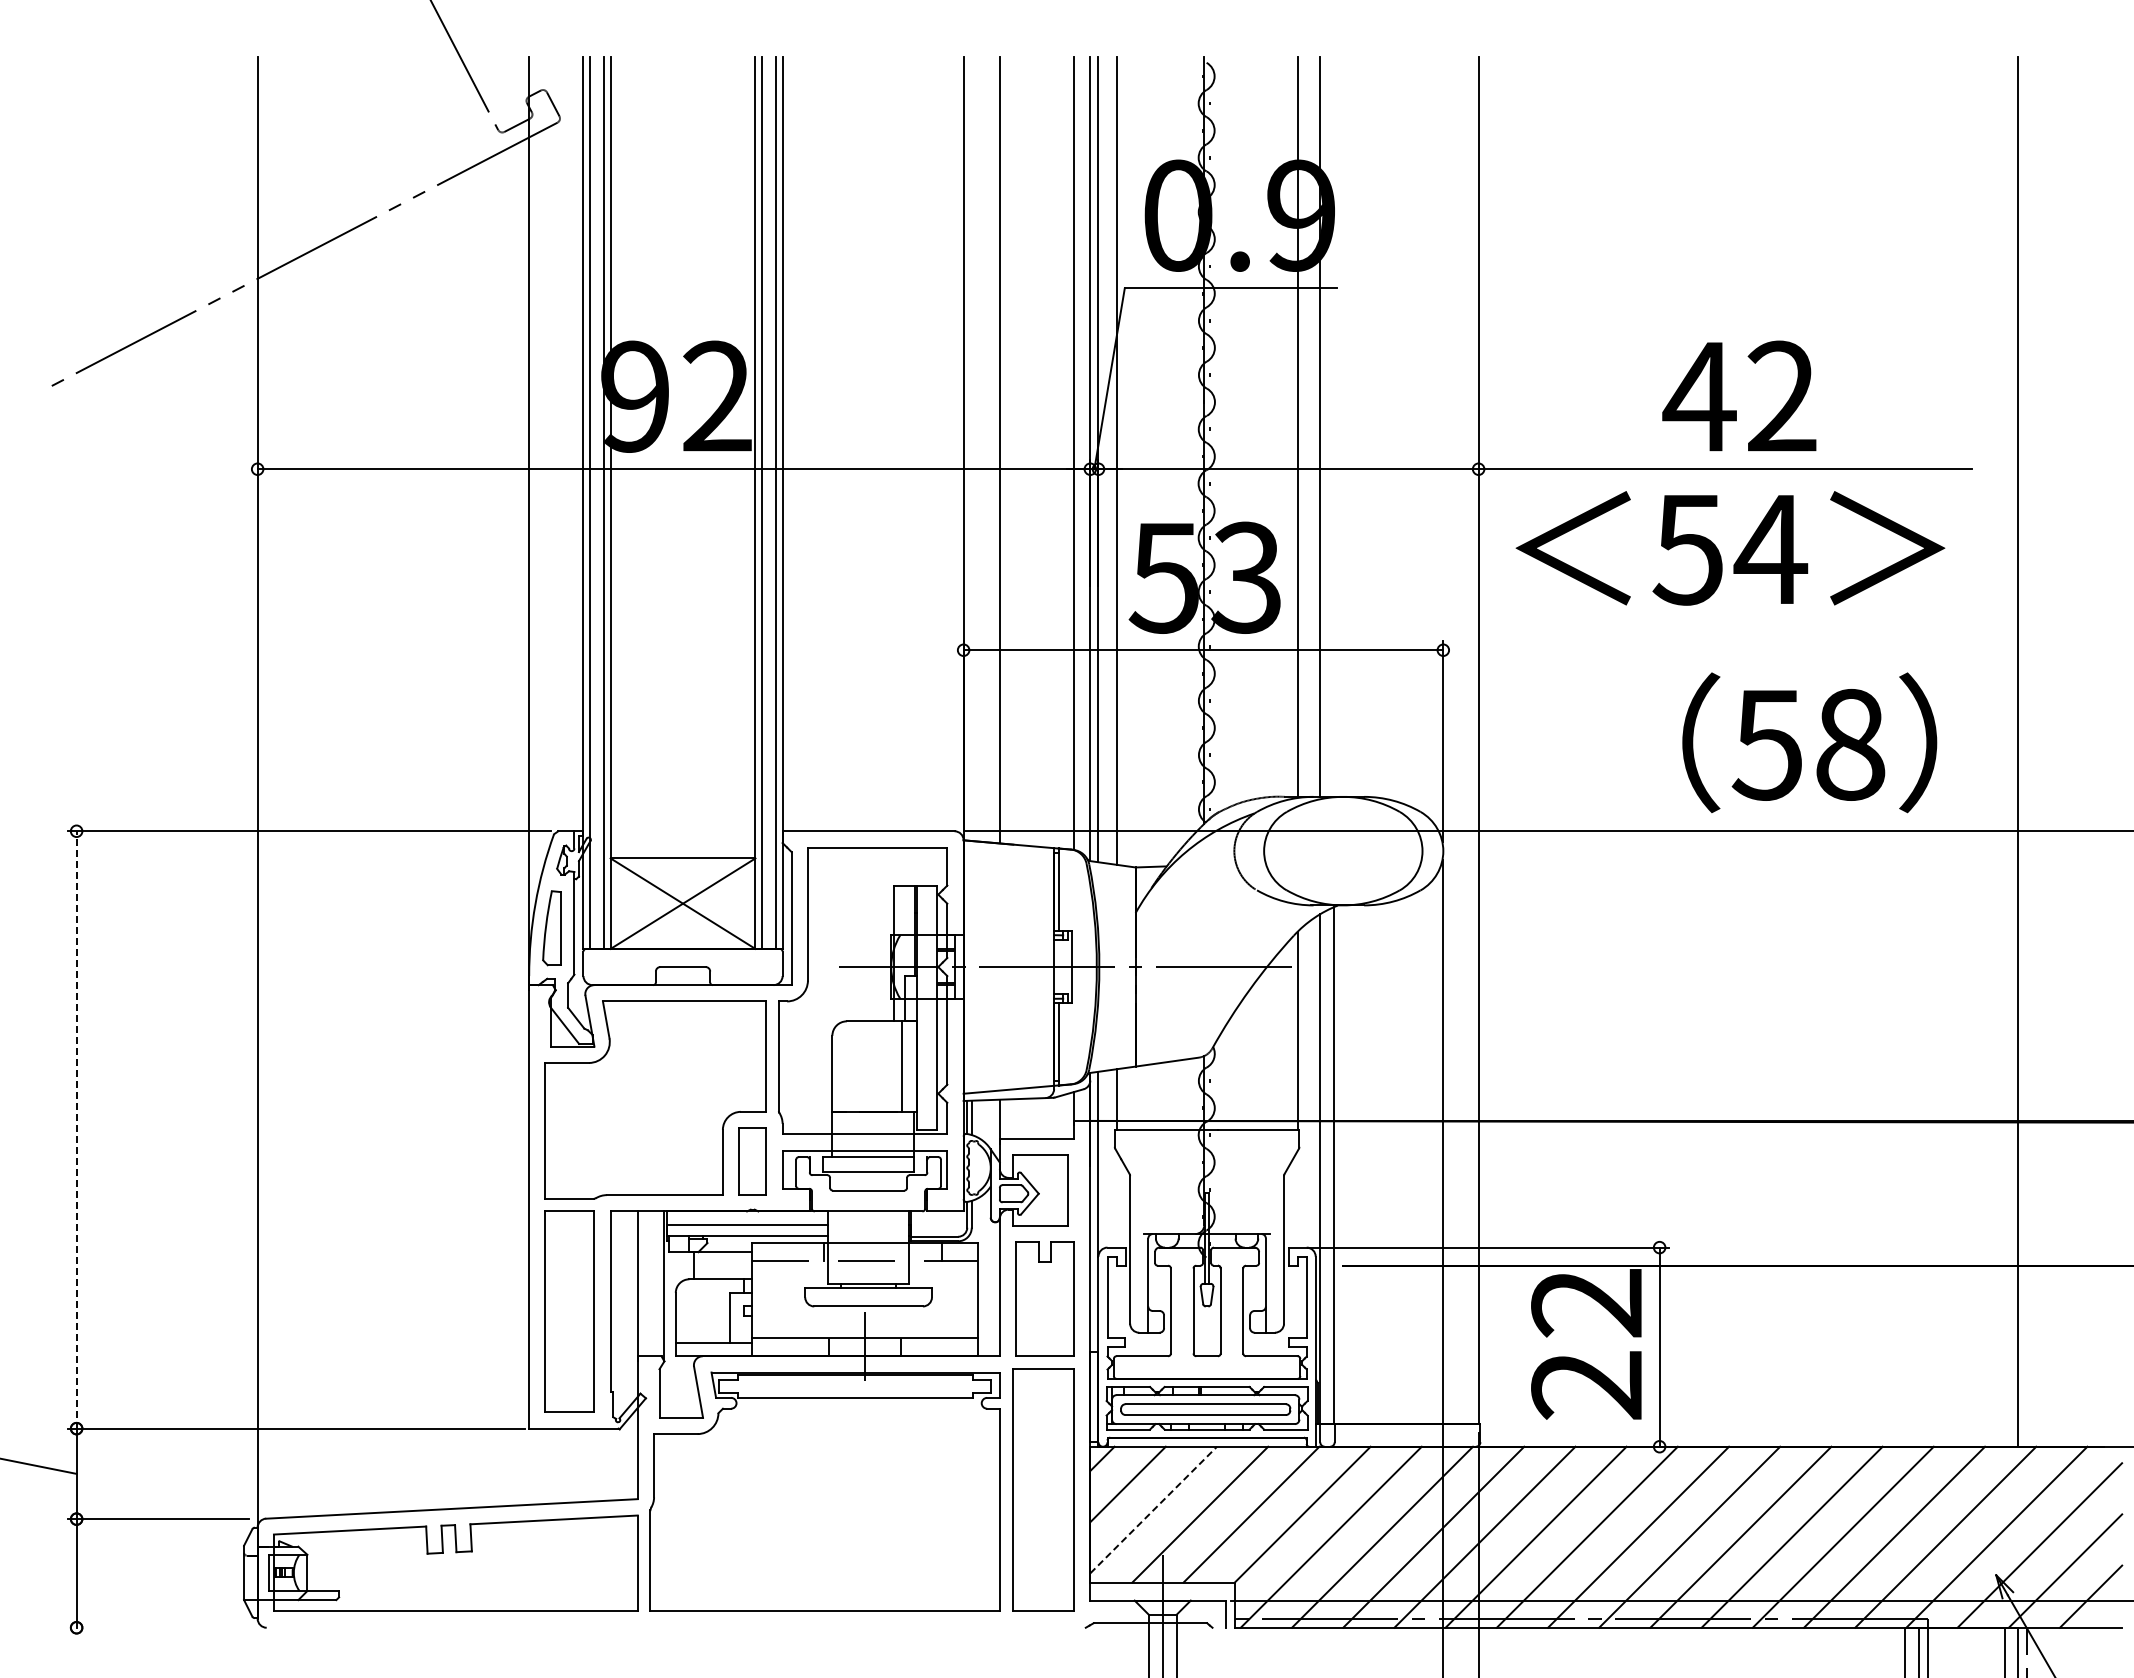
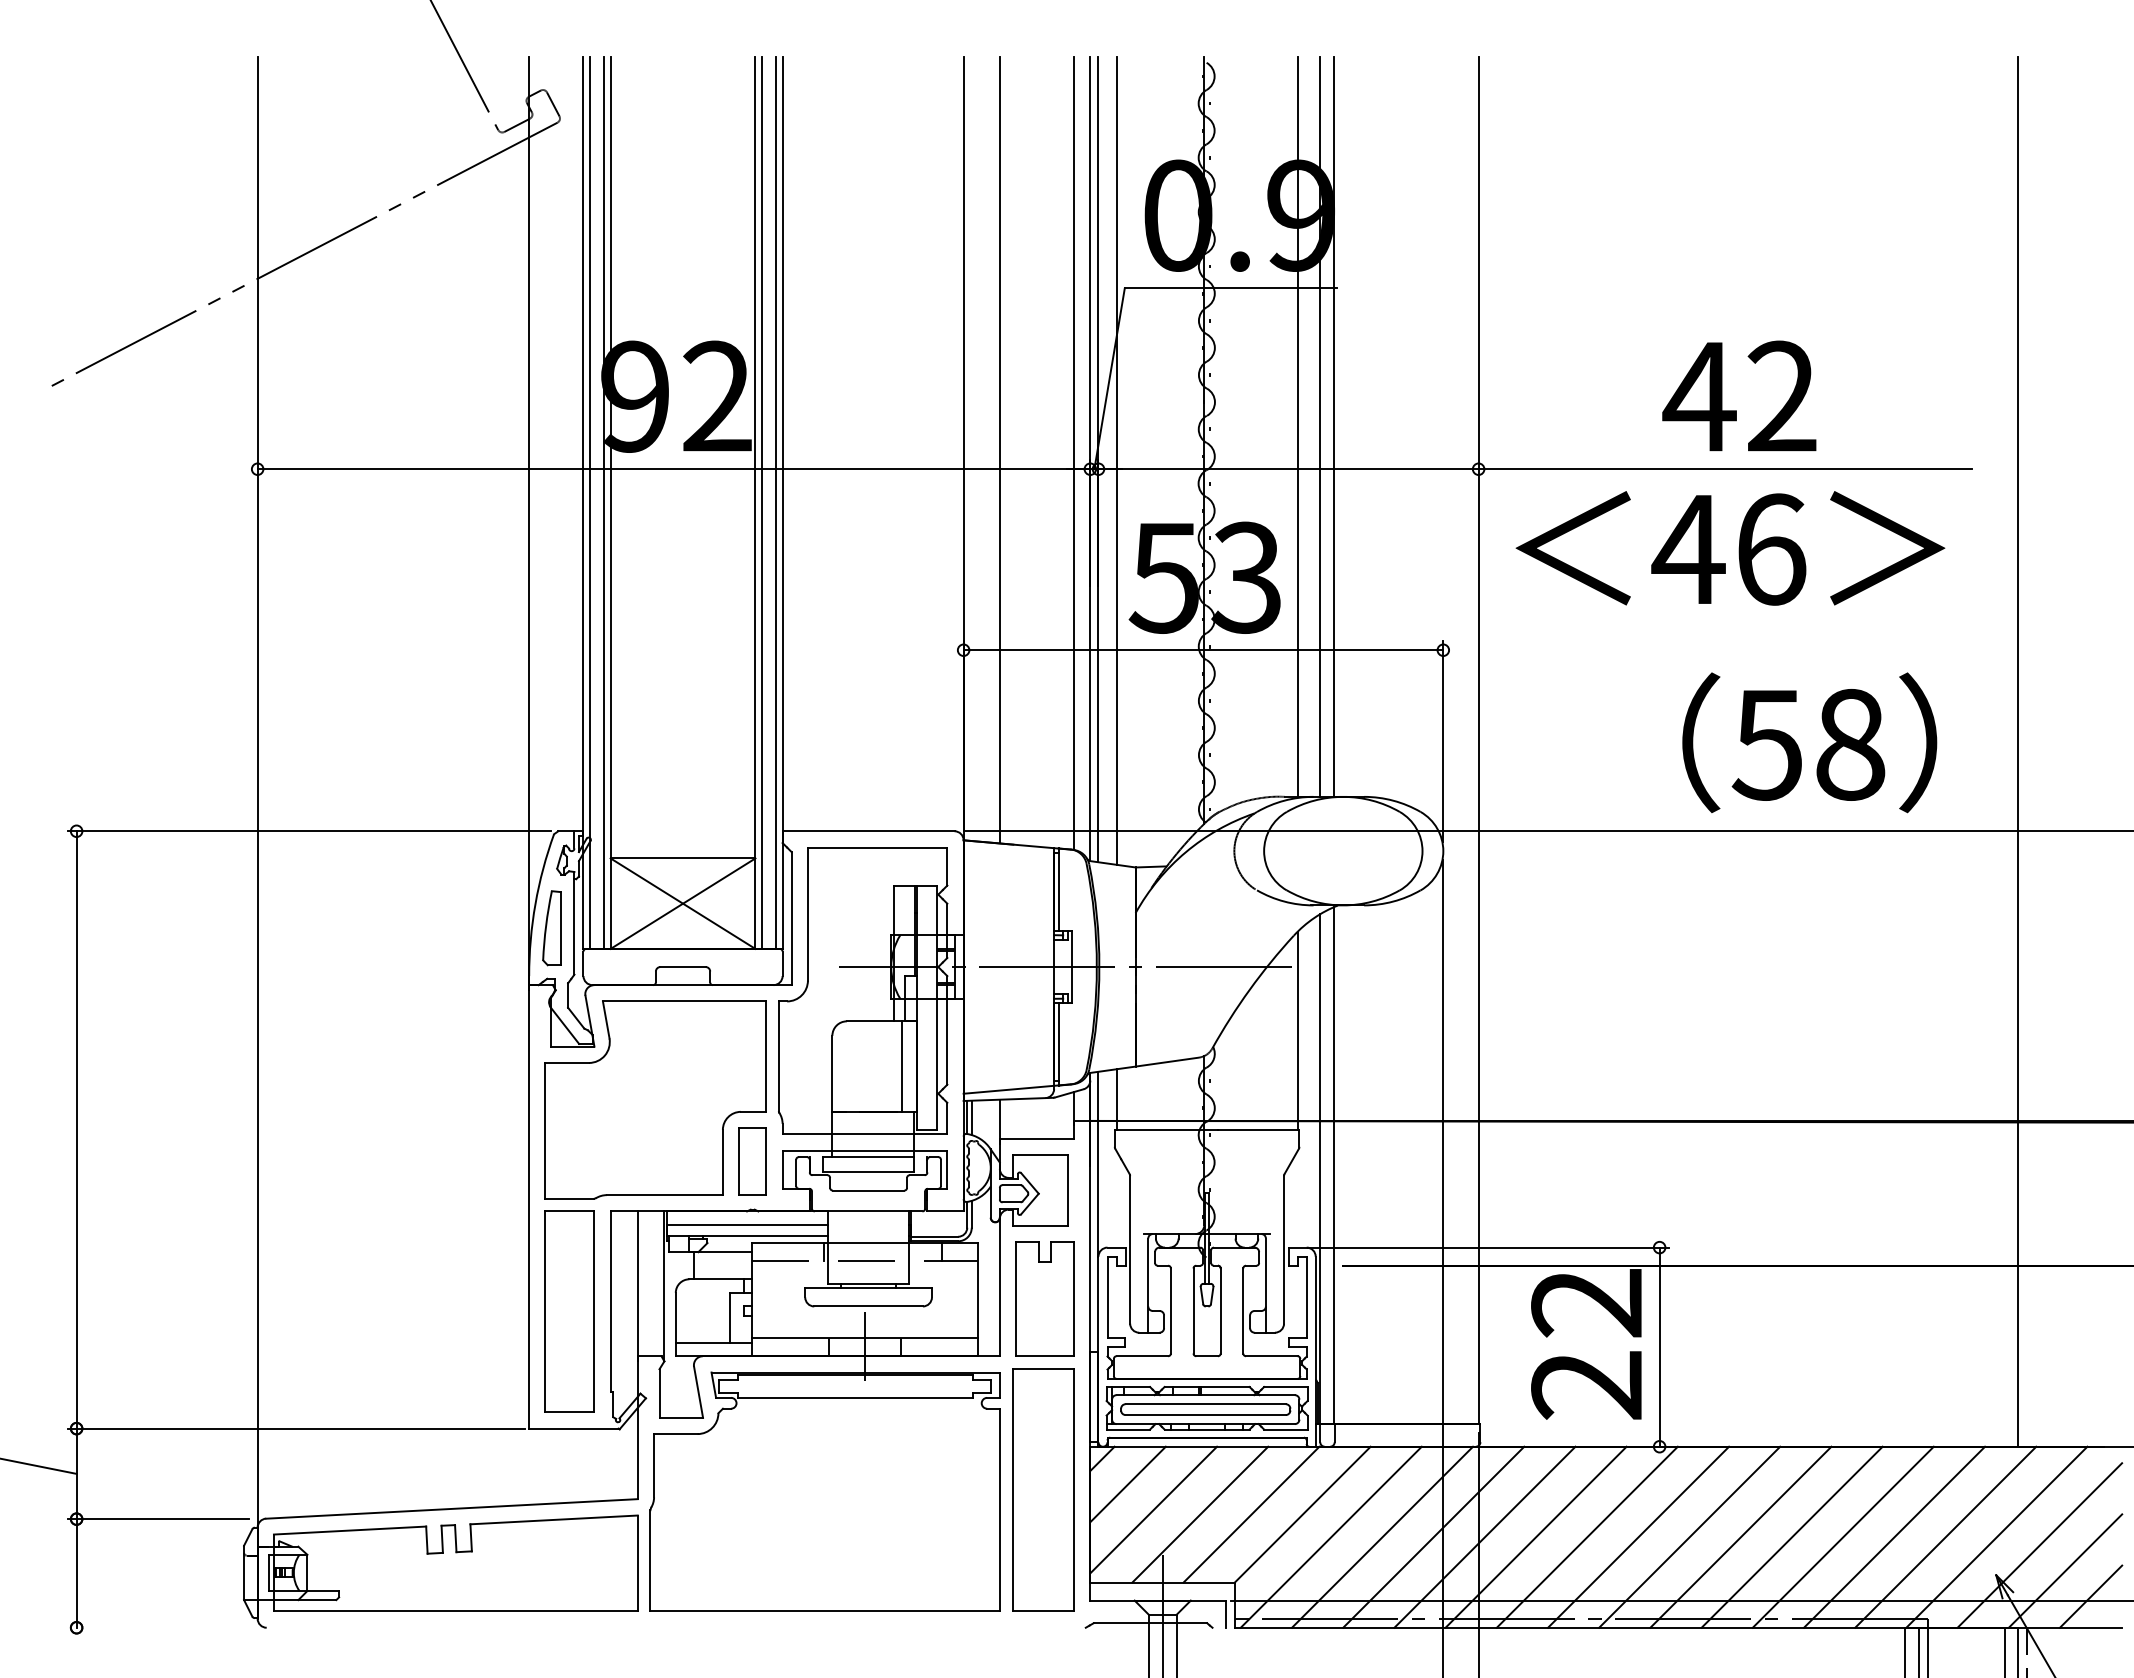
line at (1333, 426): none -> present
text at (1729, 549): 54 -> 46
line at (76, 1129): dashed -> solid
line at (1153, 1510): dashed -> solid
